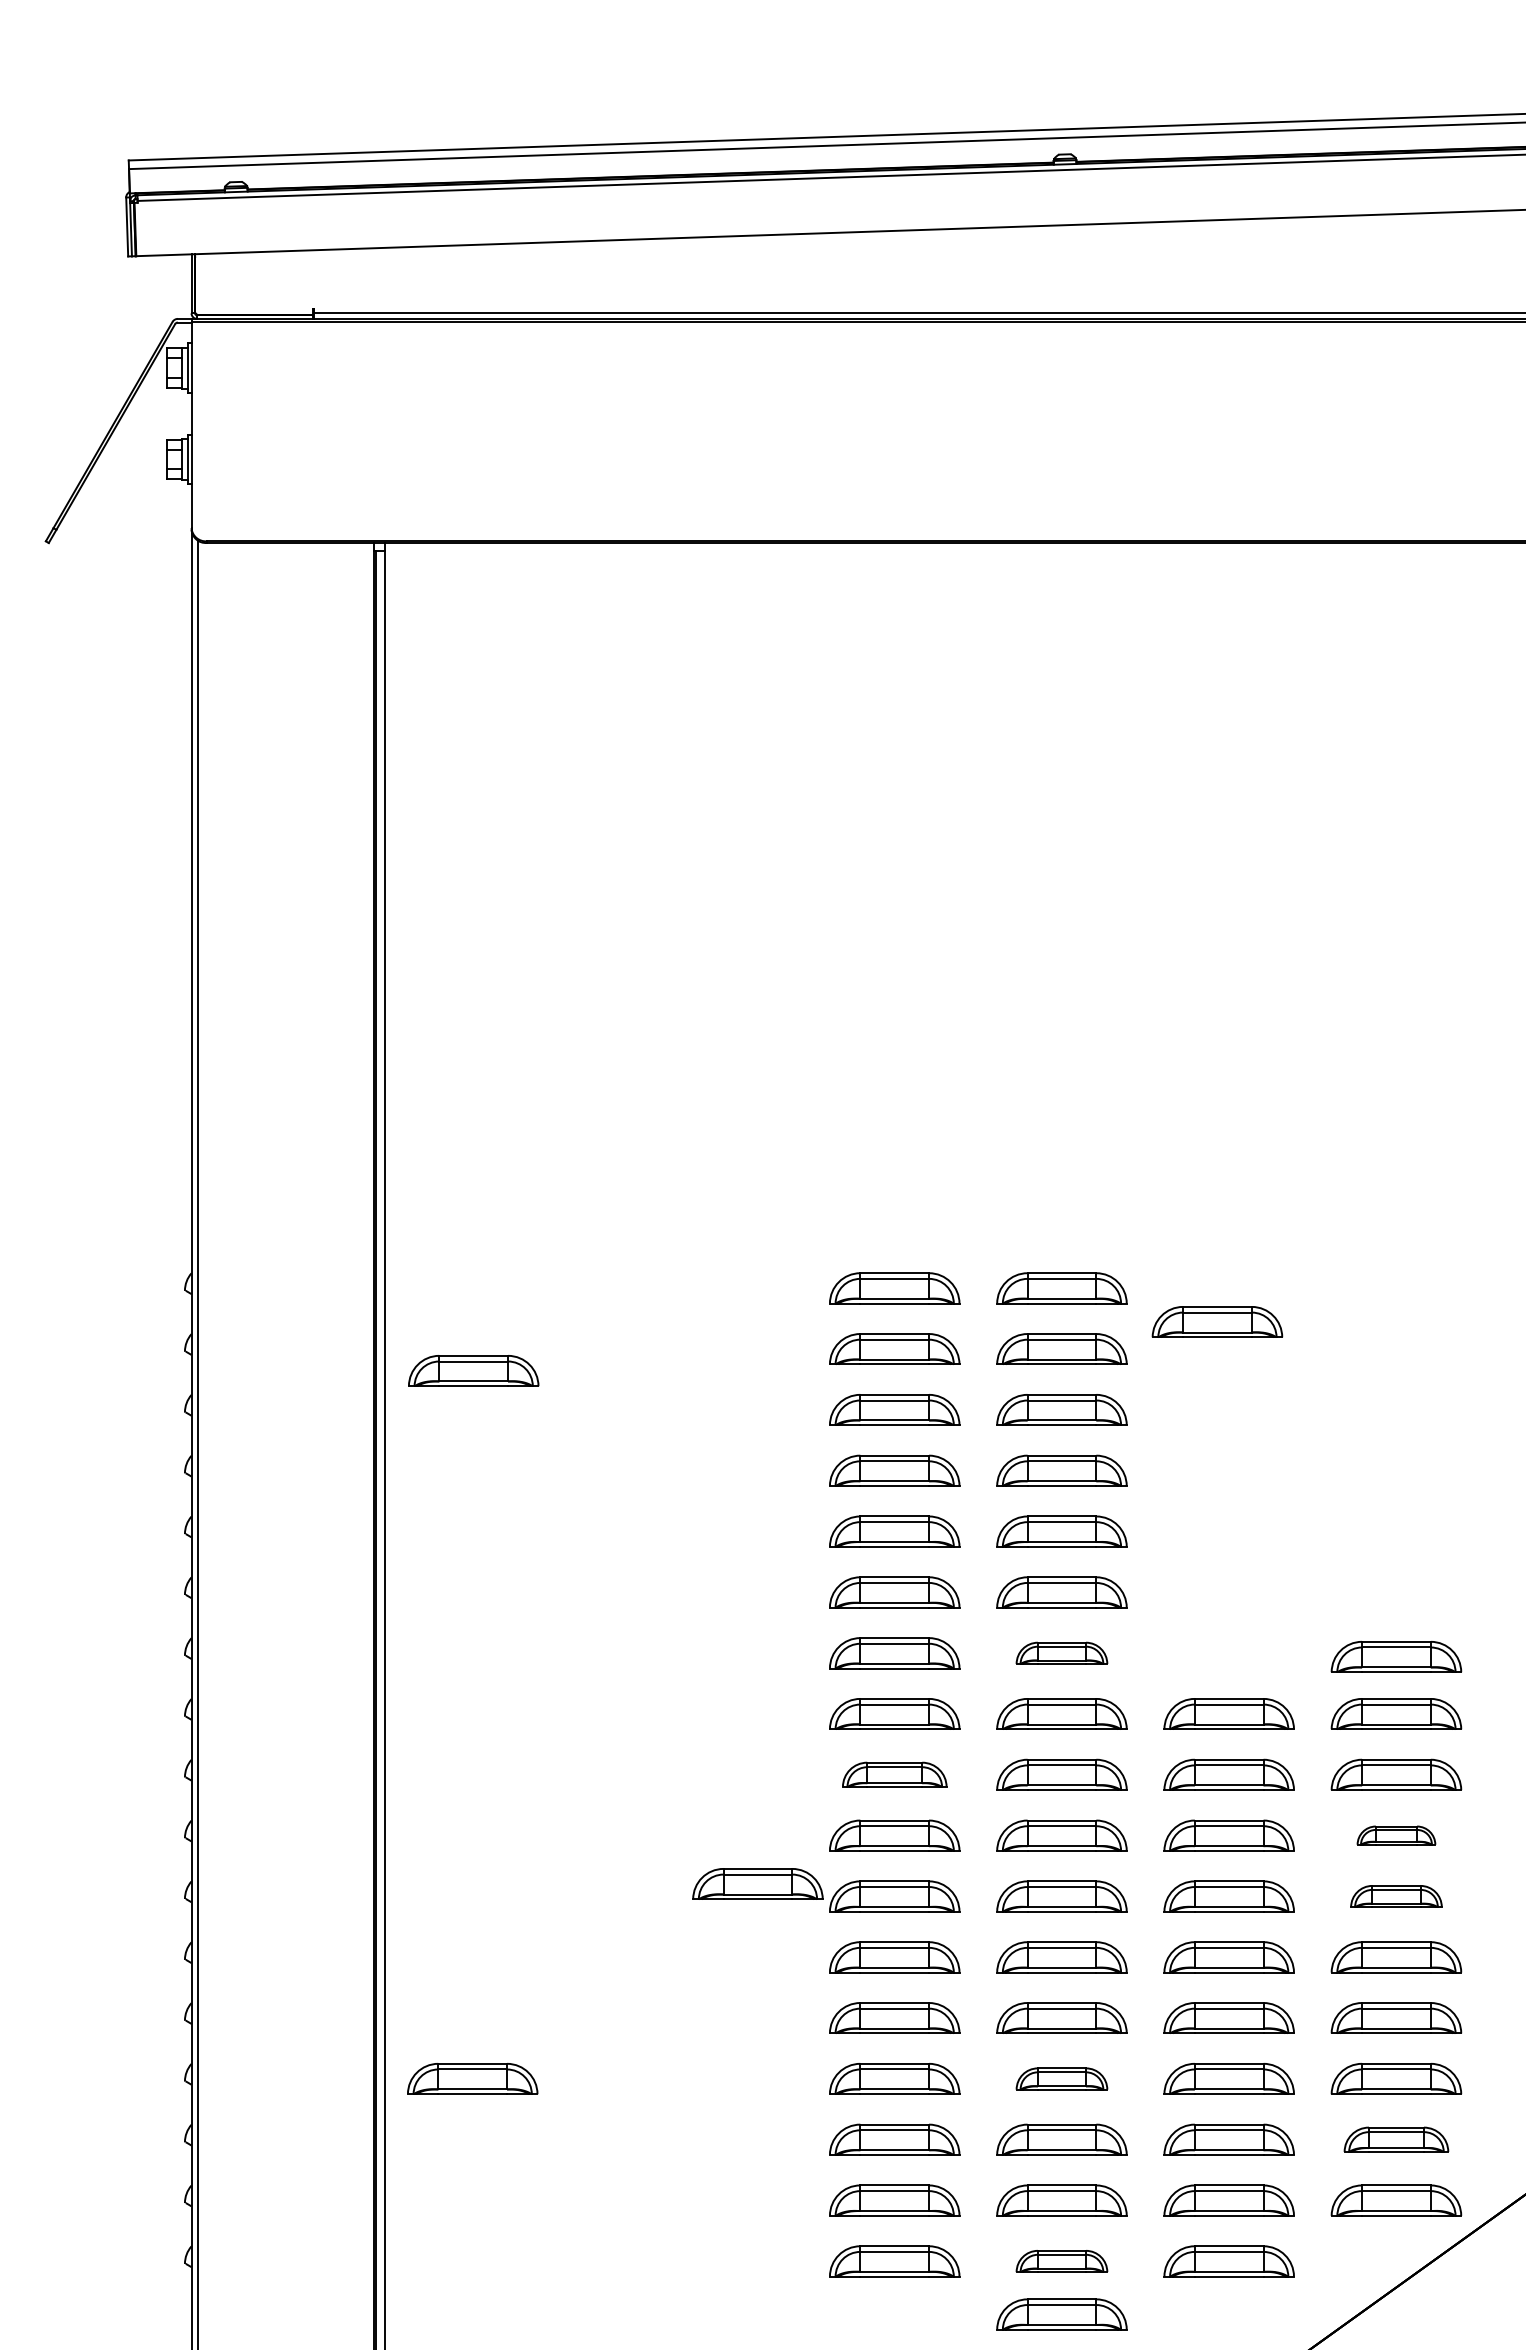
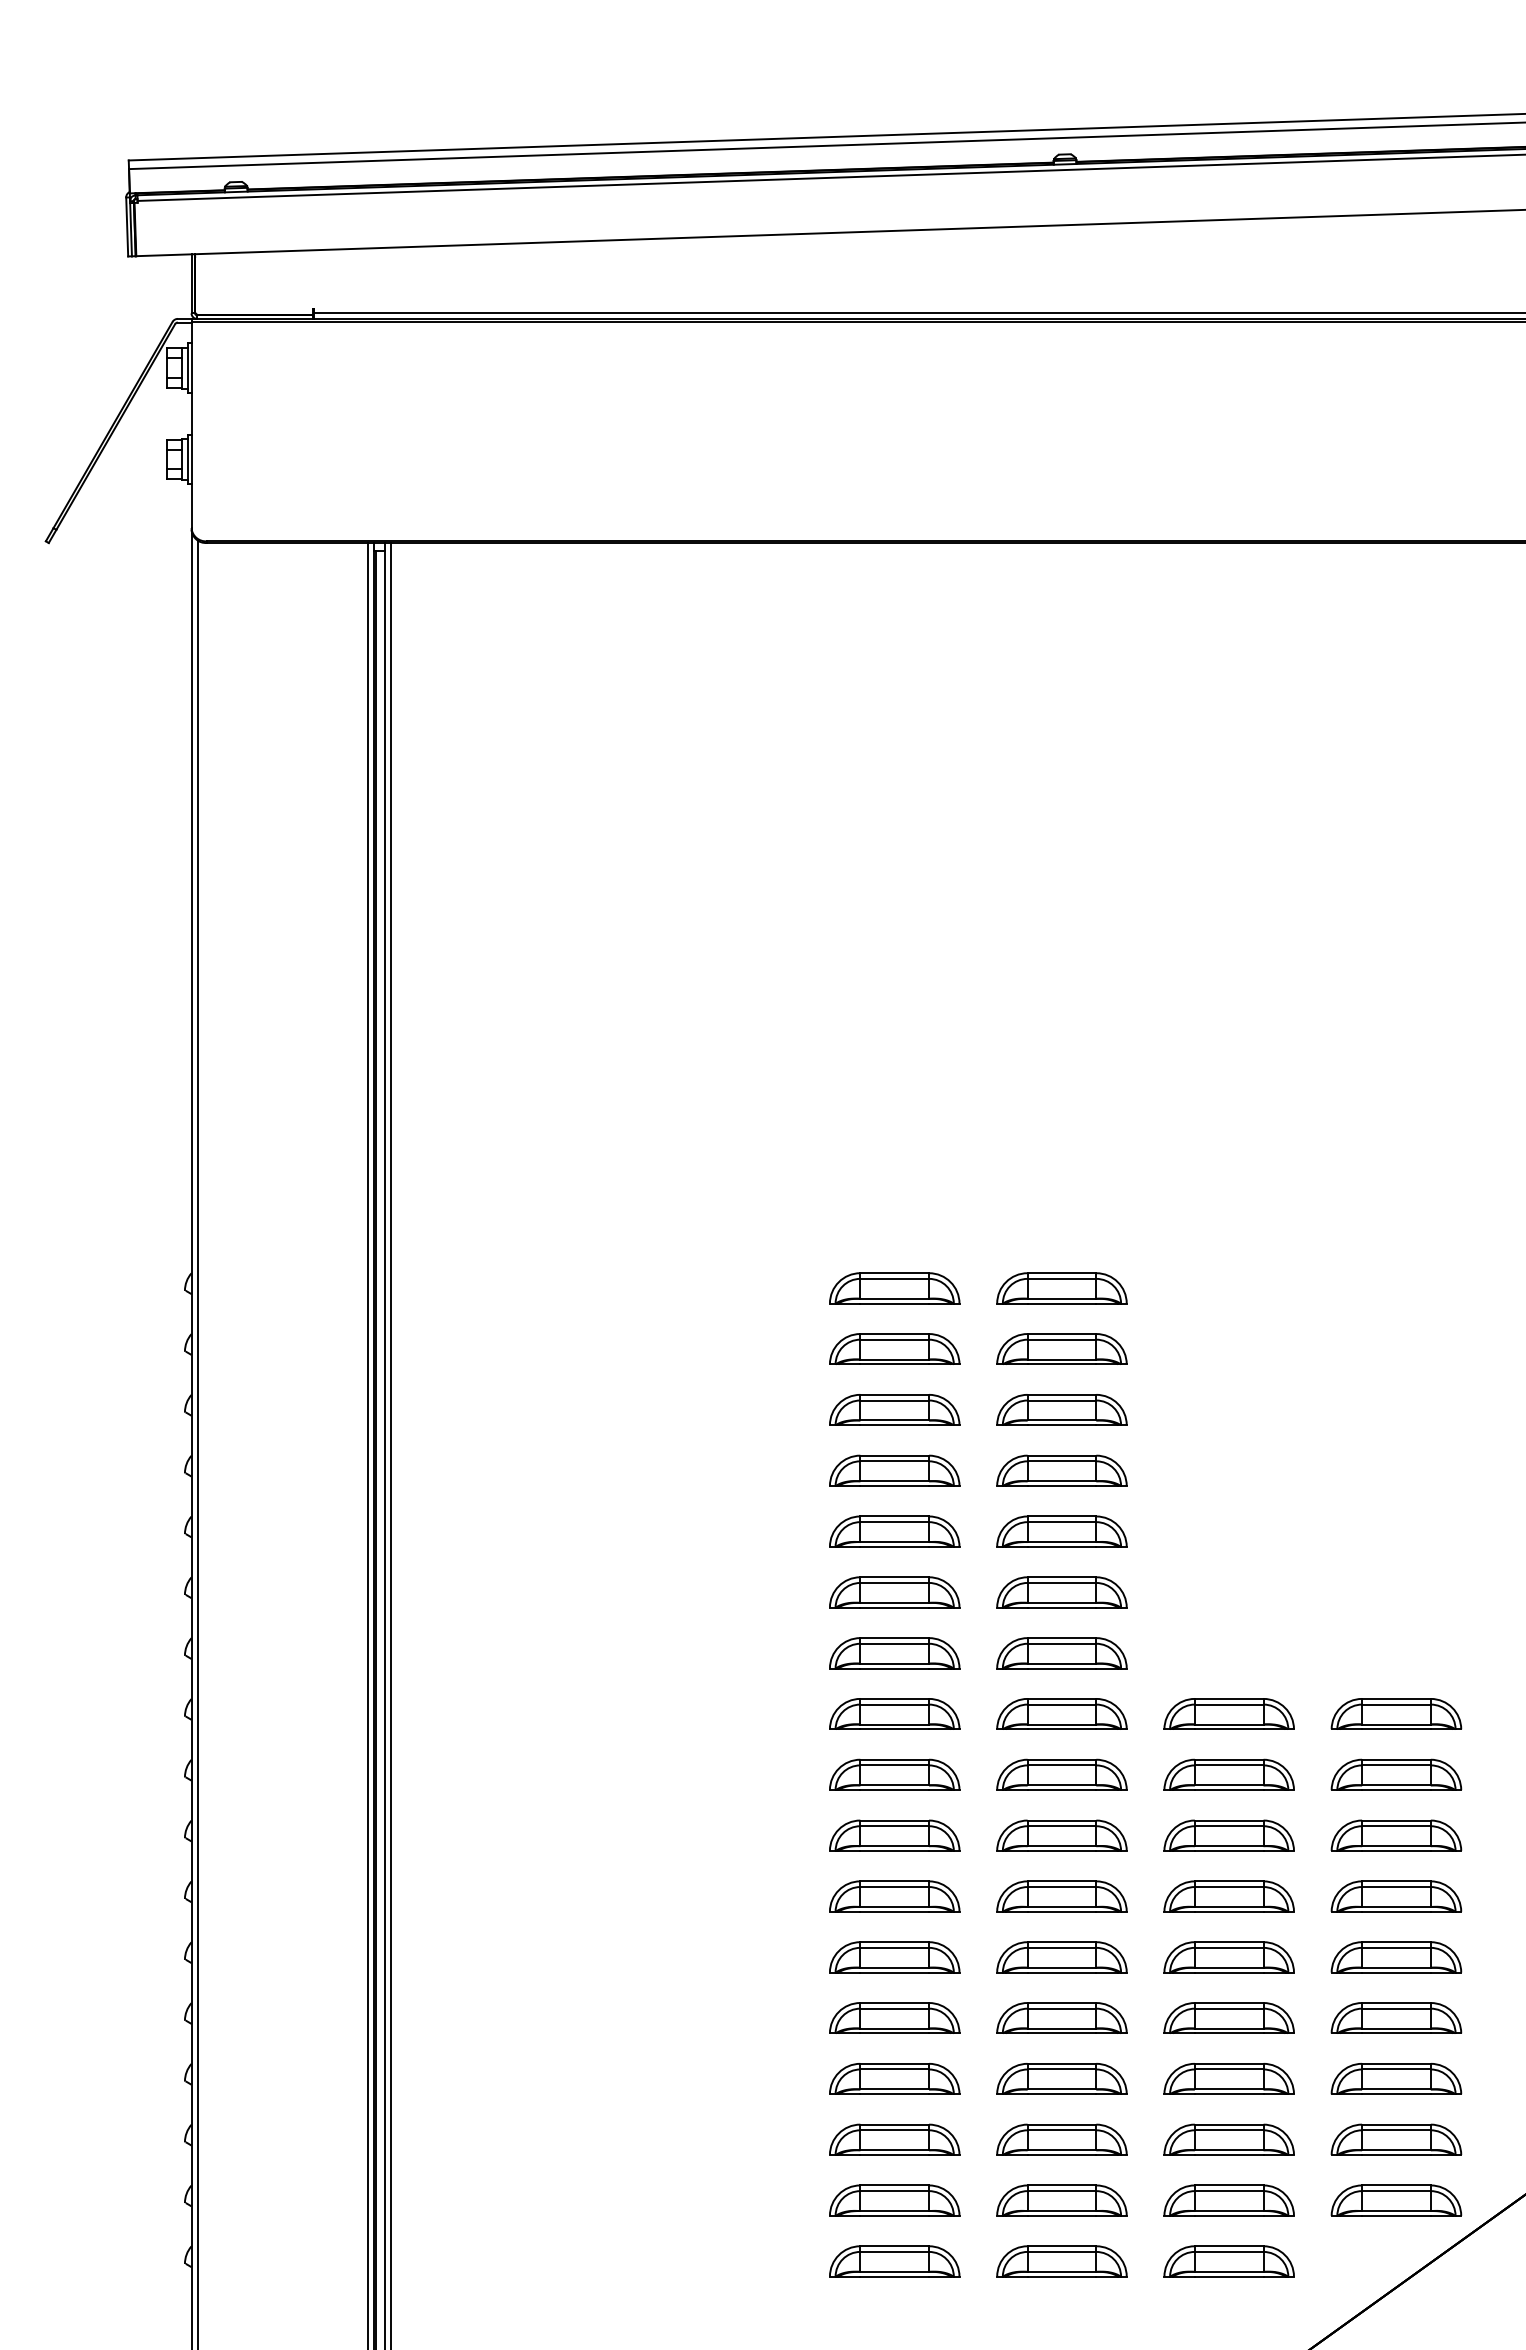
part at (1217, 1321): present -> none
part at (473, 1370): present -> none
line at (367, 1444): none -> present
line at (391, 1444): none -> present
part at (1061, 1652) size: 94x24 px -> 132x33 px
part at (1396, 1656): present -> none
part at (894, 1774) size: 106x27 px -> 132x33 px
part at (1396, 1835) size: 81x21 px -> 133x33 px
part at (757, 1883): present -> none
part at (1396, 1896) size: 93x23 px -> 133x33 px
part at (472, 2078): present -> none
part at (1061, 2078) size: 94x24 px -> 132x32 px
part at (1396, 2139) size: 107x27 px -> 133x33 px
part at (1061, 2261) size: 94x23 px -> 132x33 px
part at (1061, 2314): present -> none
